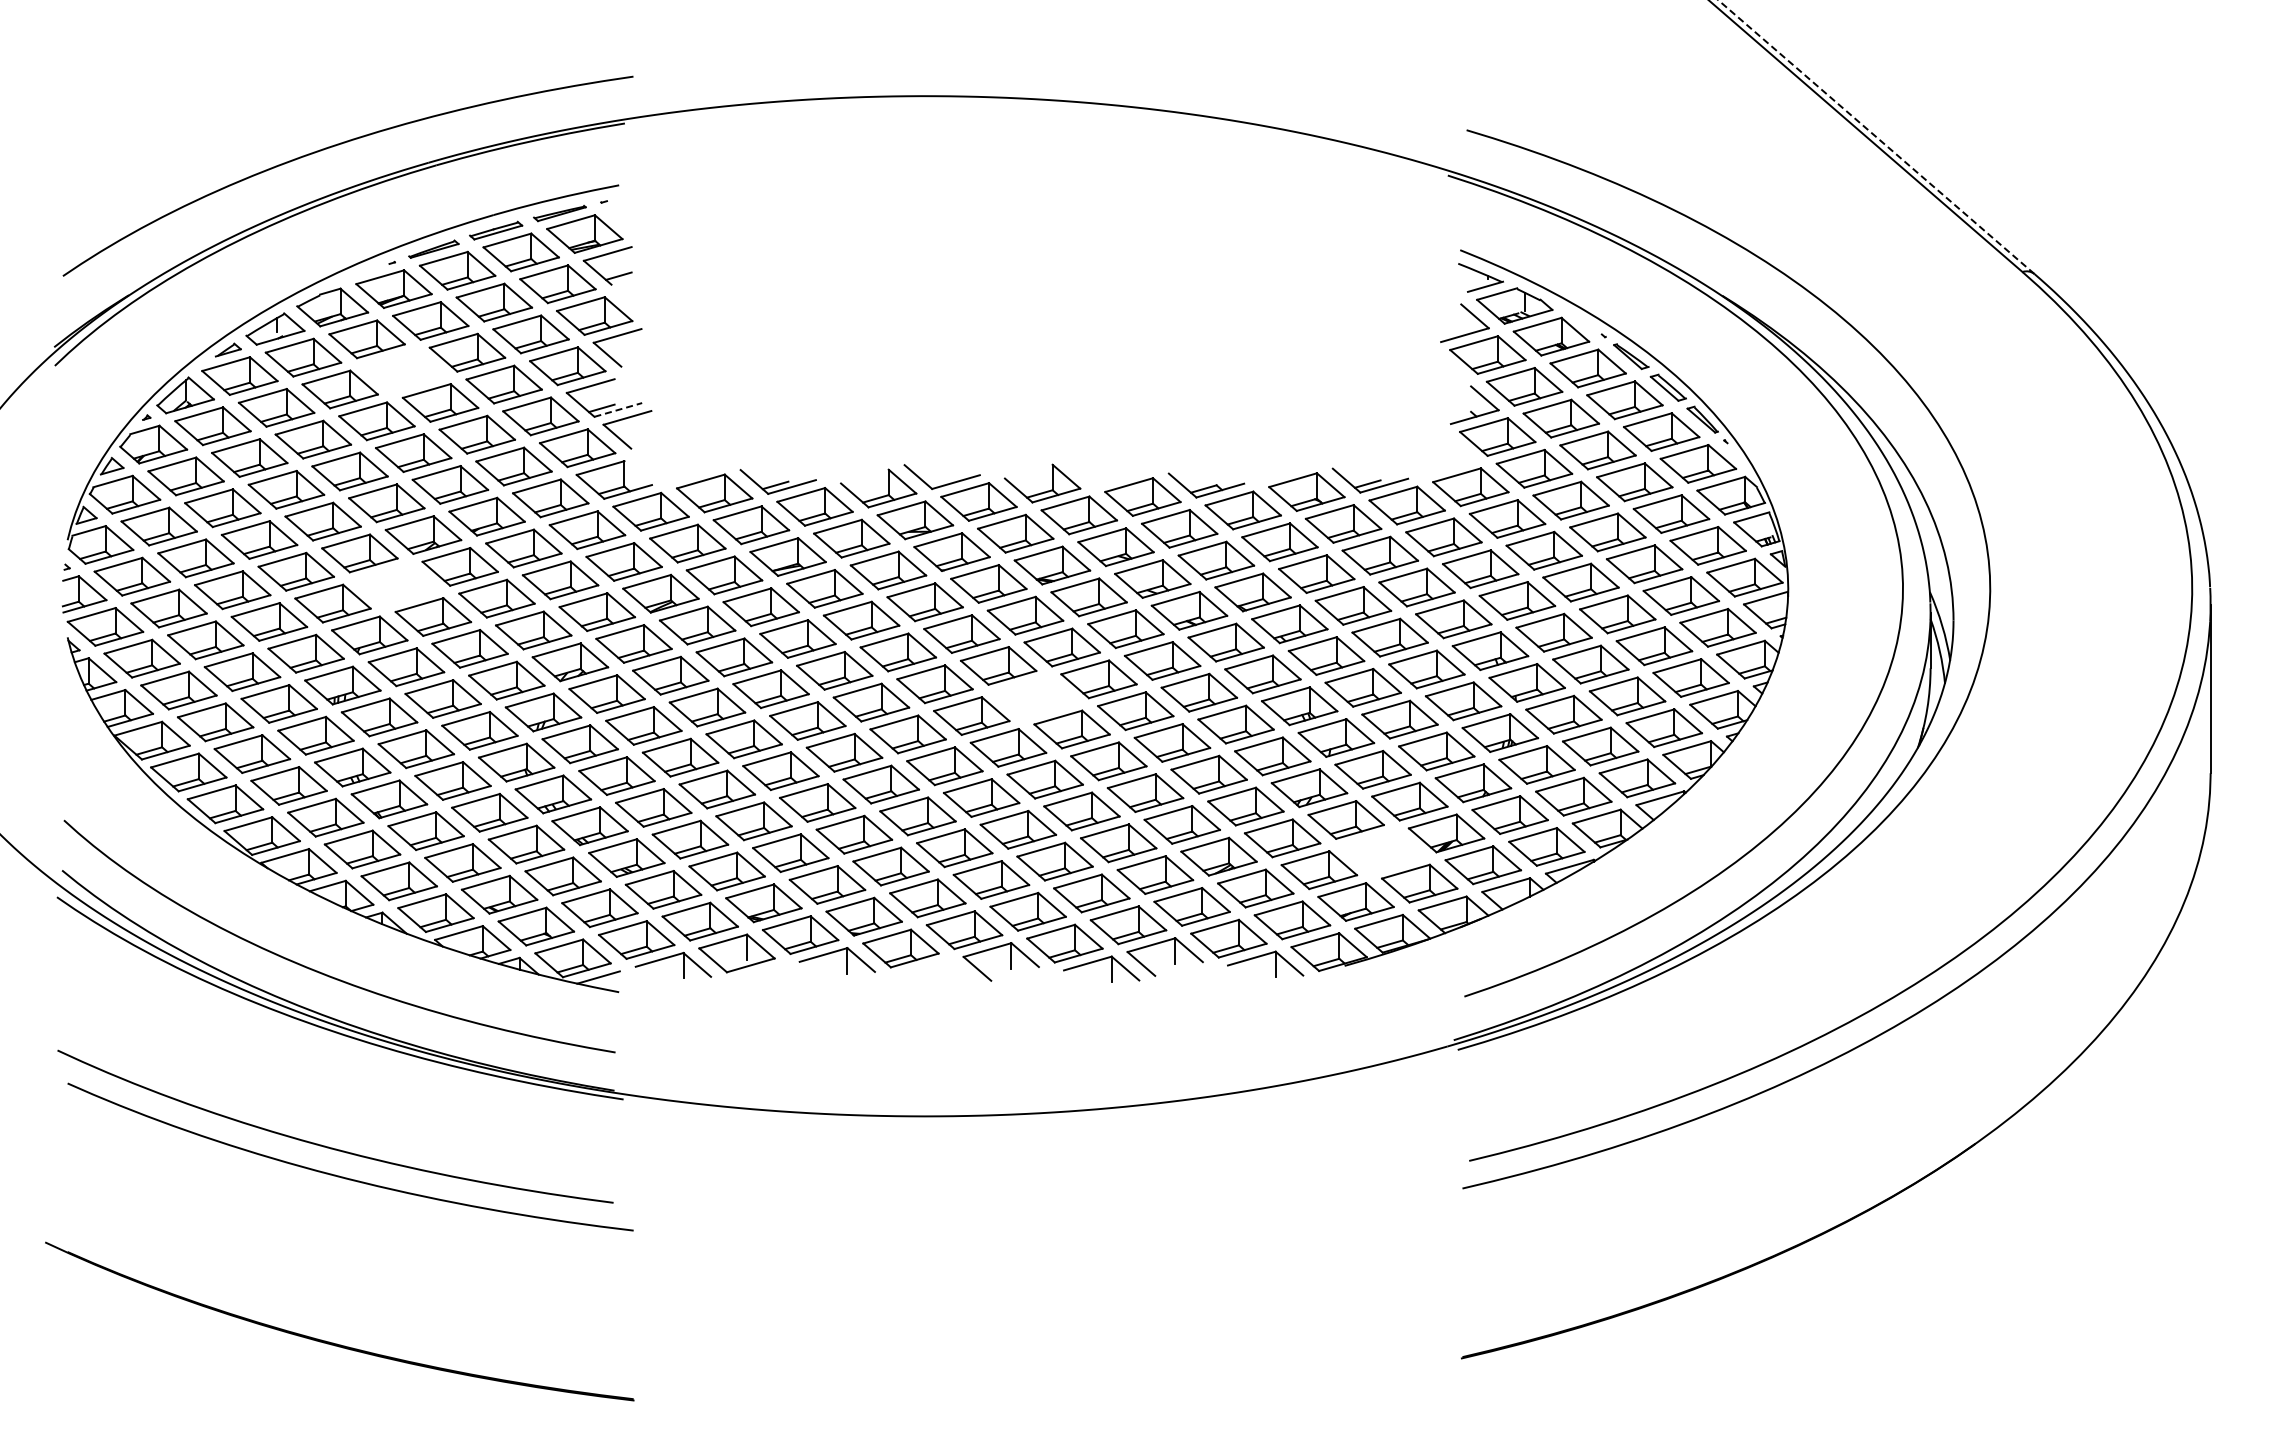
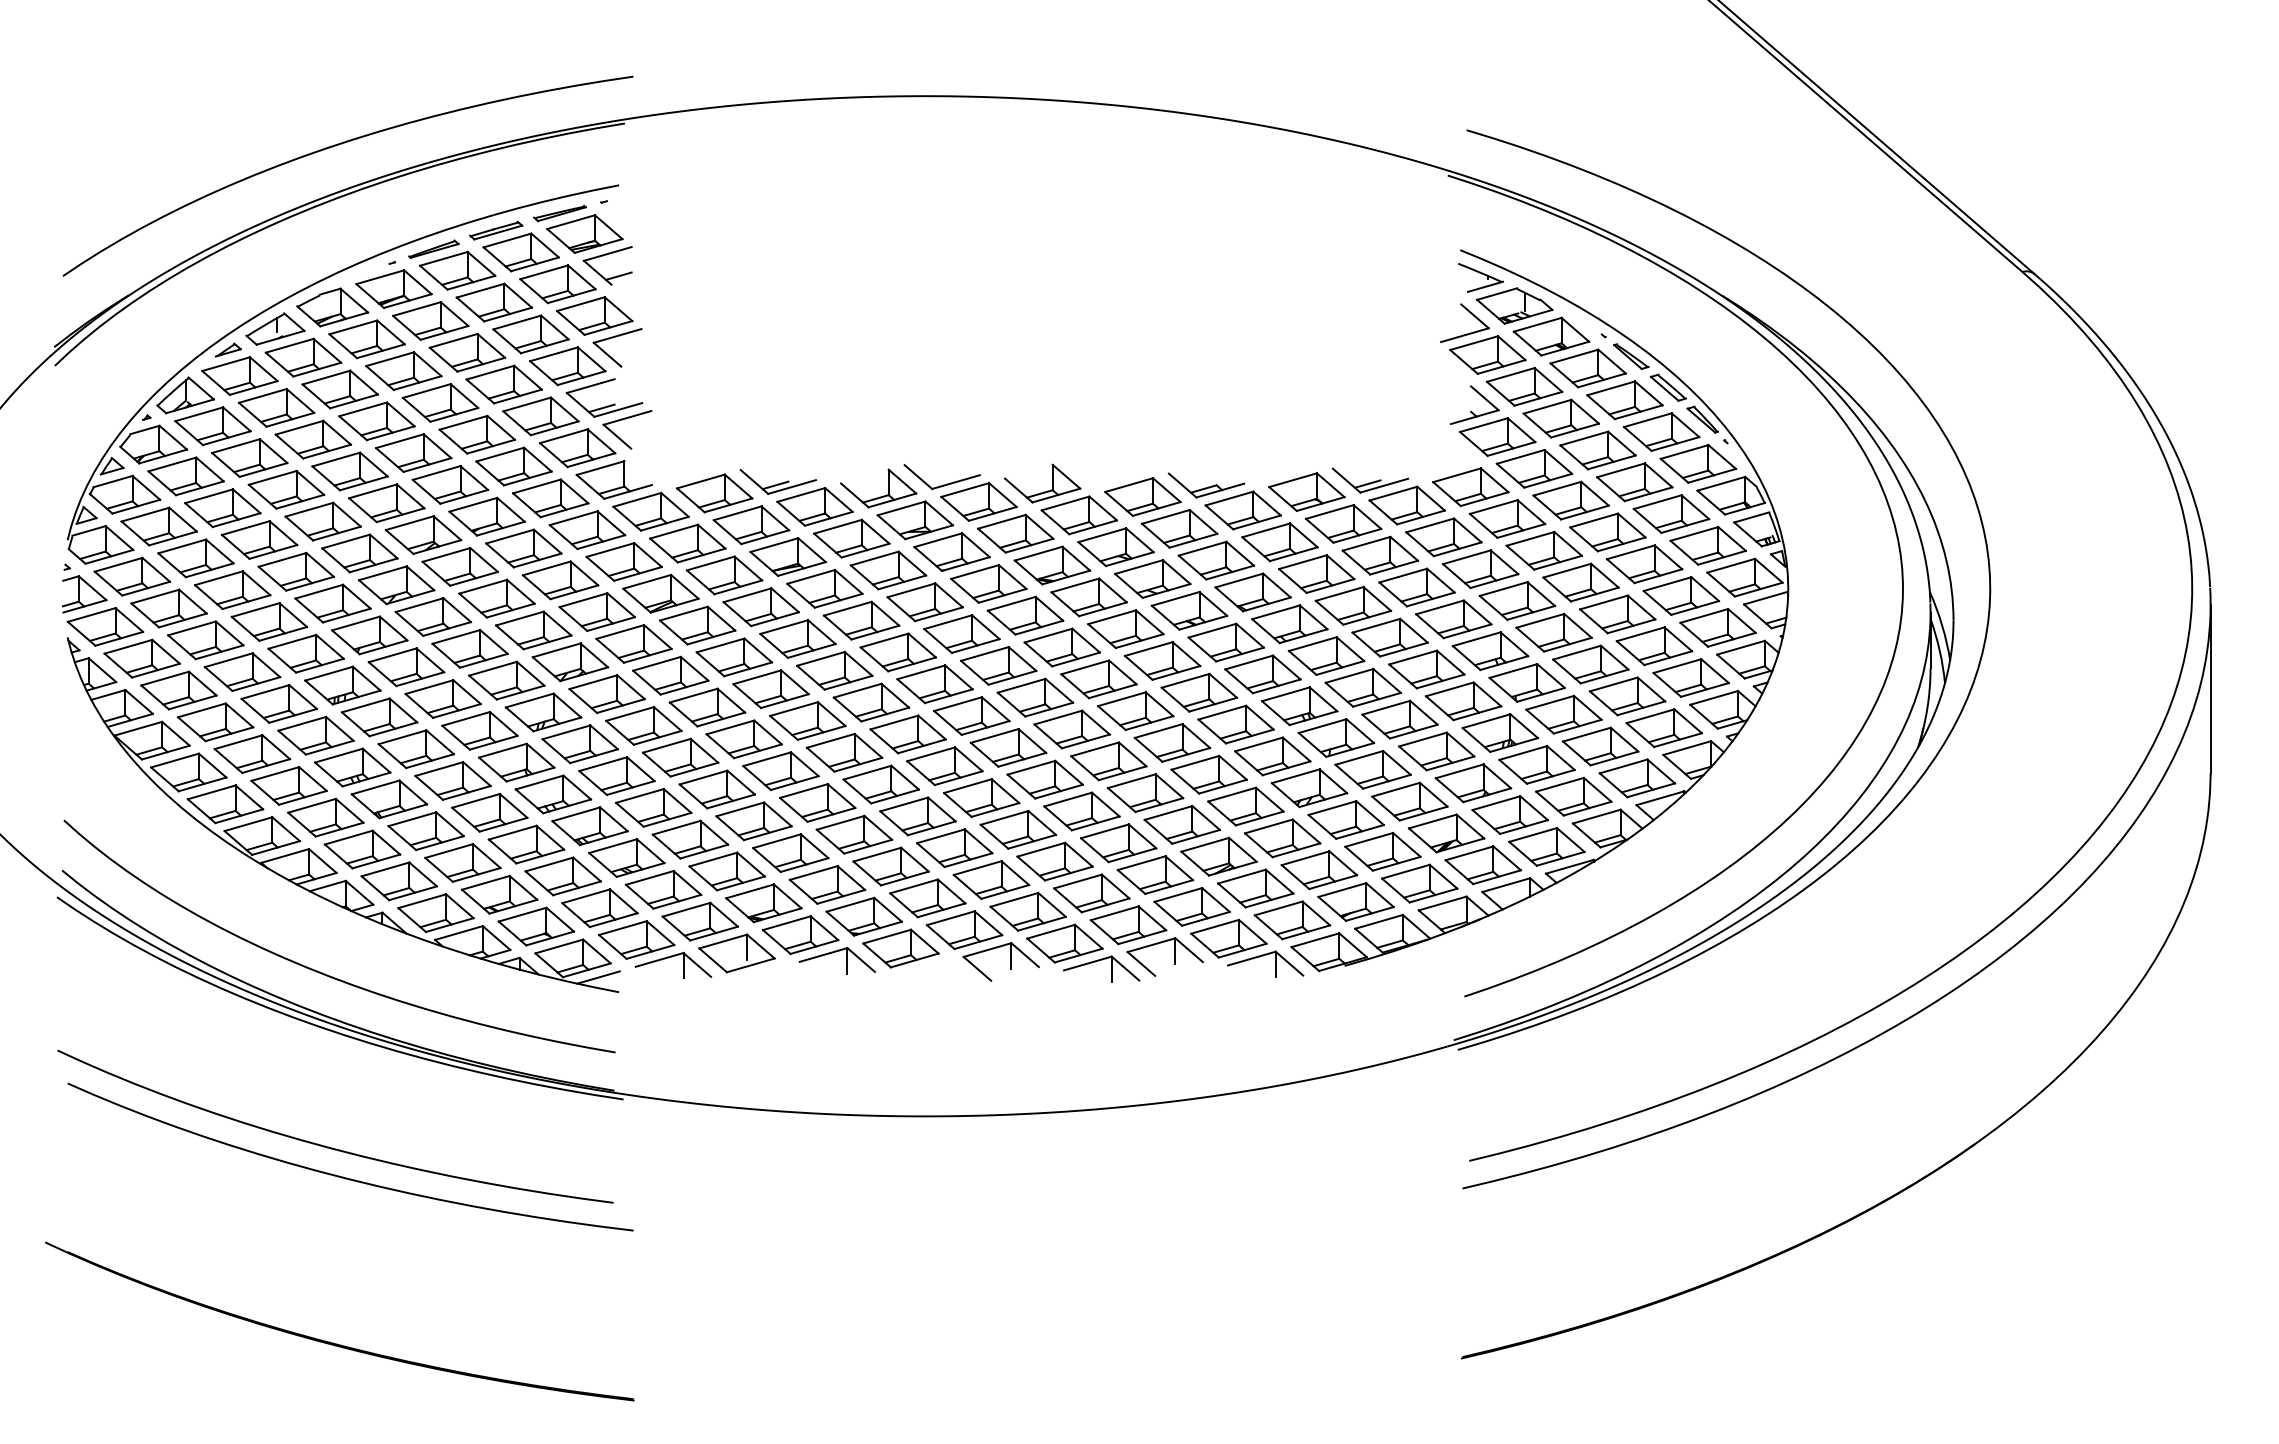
line at (1875, 136): dashed -> solid
part at (403, 371): none -> present
line at (618, 409): dashed -> solid
part at (396, 585): none -> present
part at (1035, 697): none -> present
part at (1382, 851): none -> present
